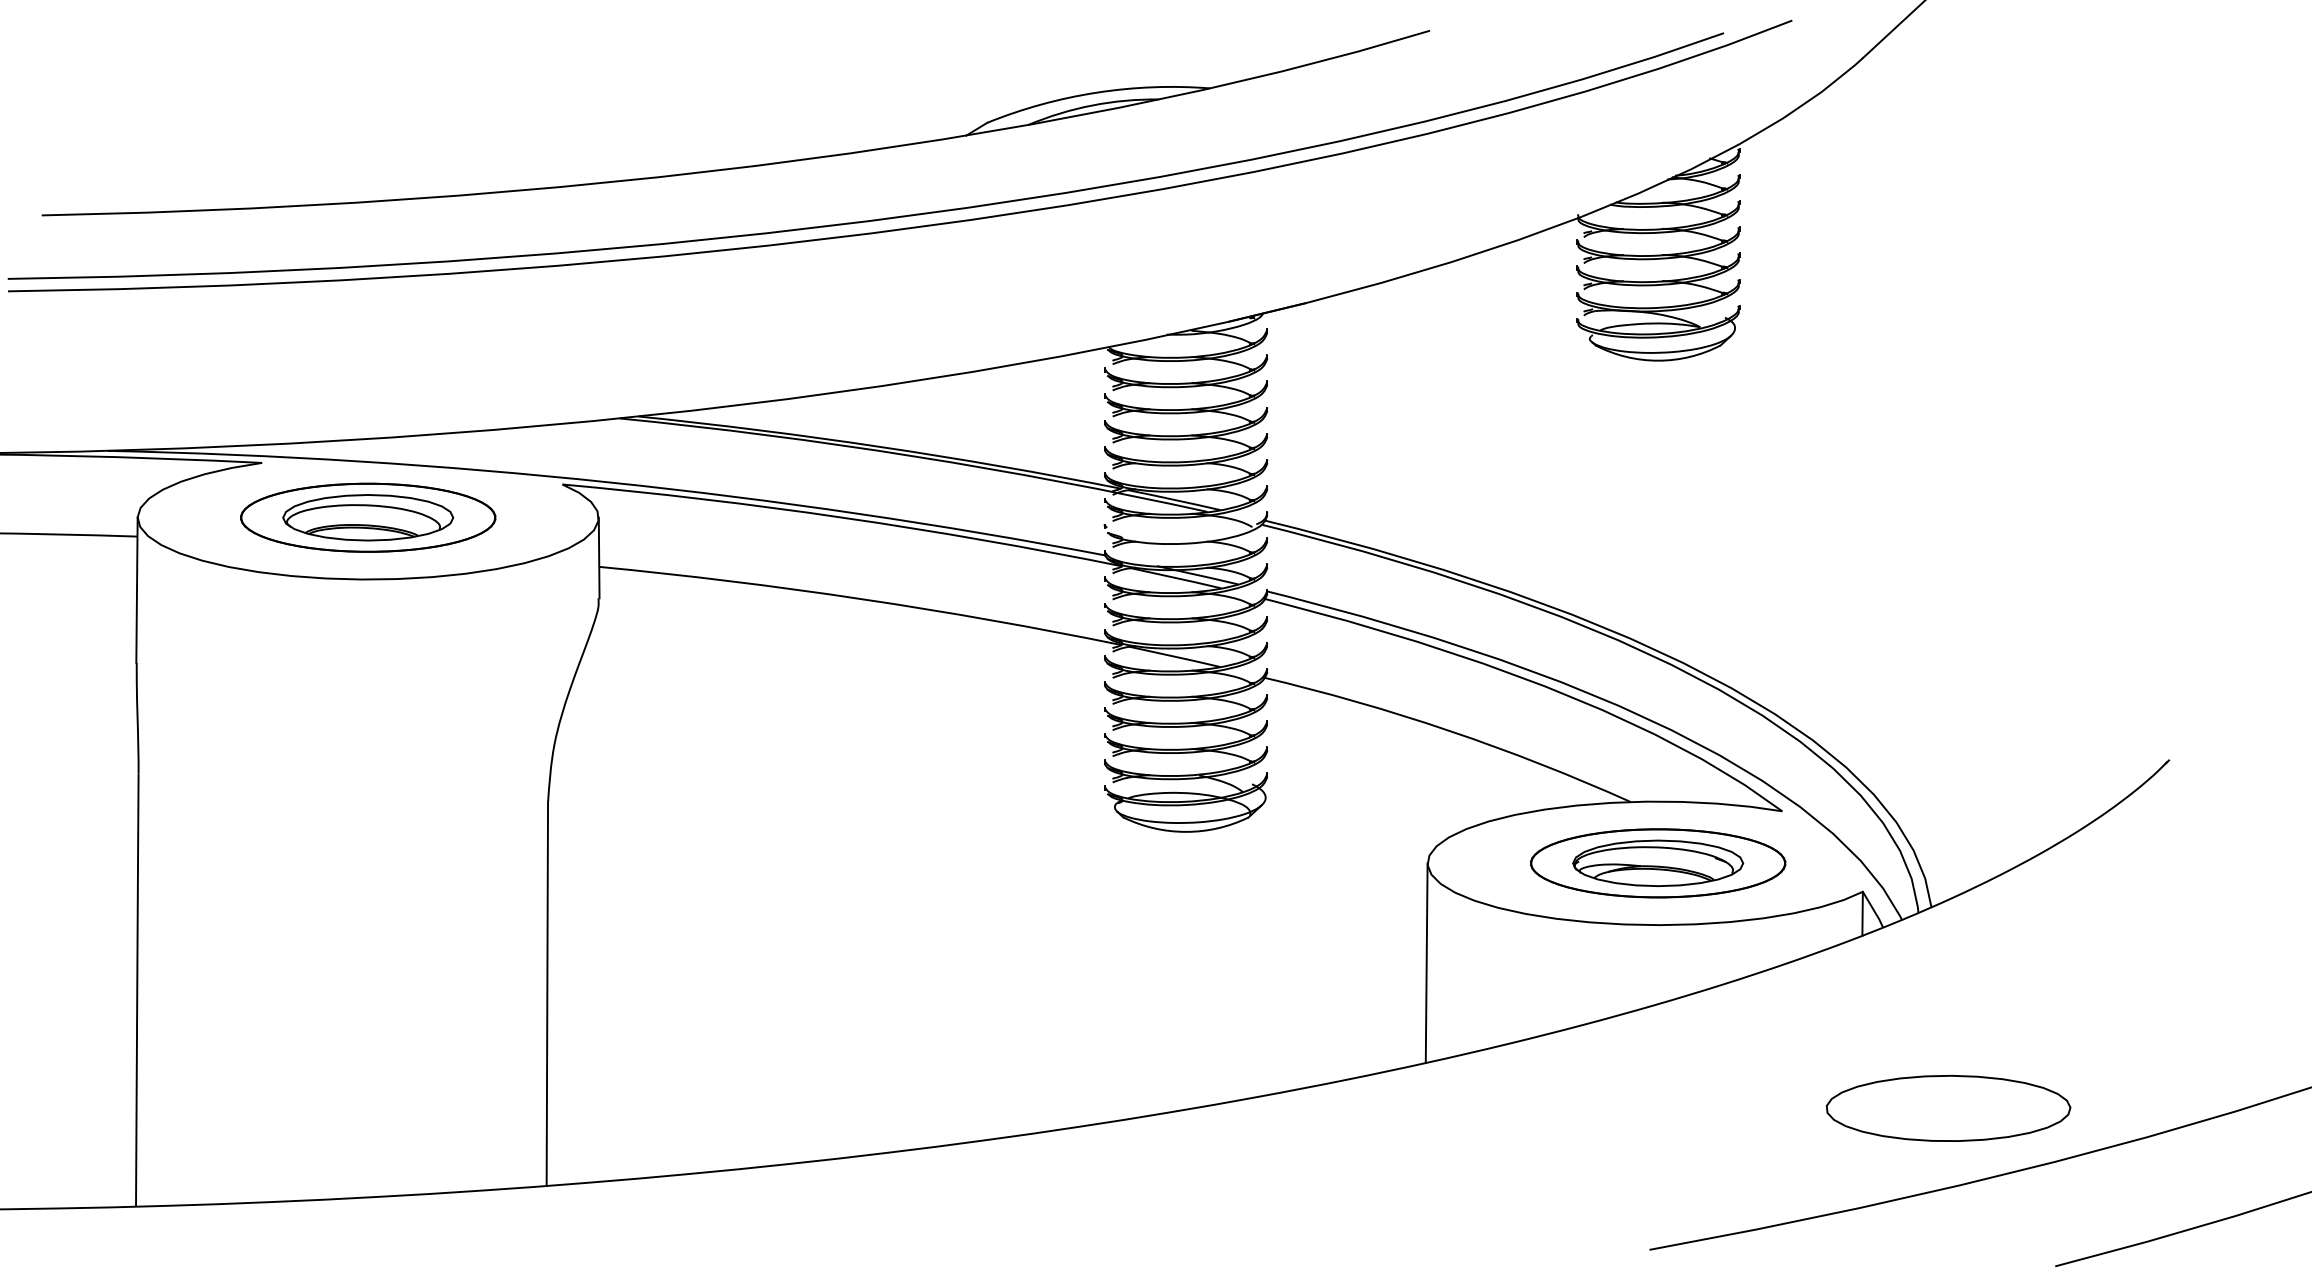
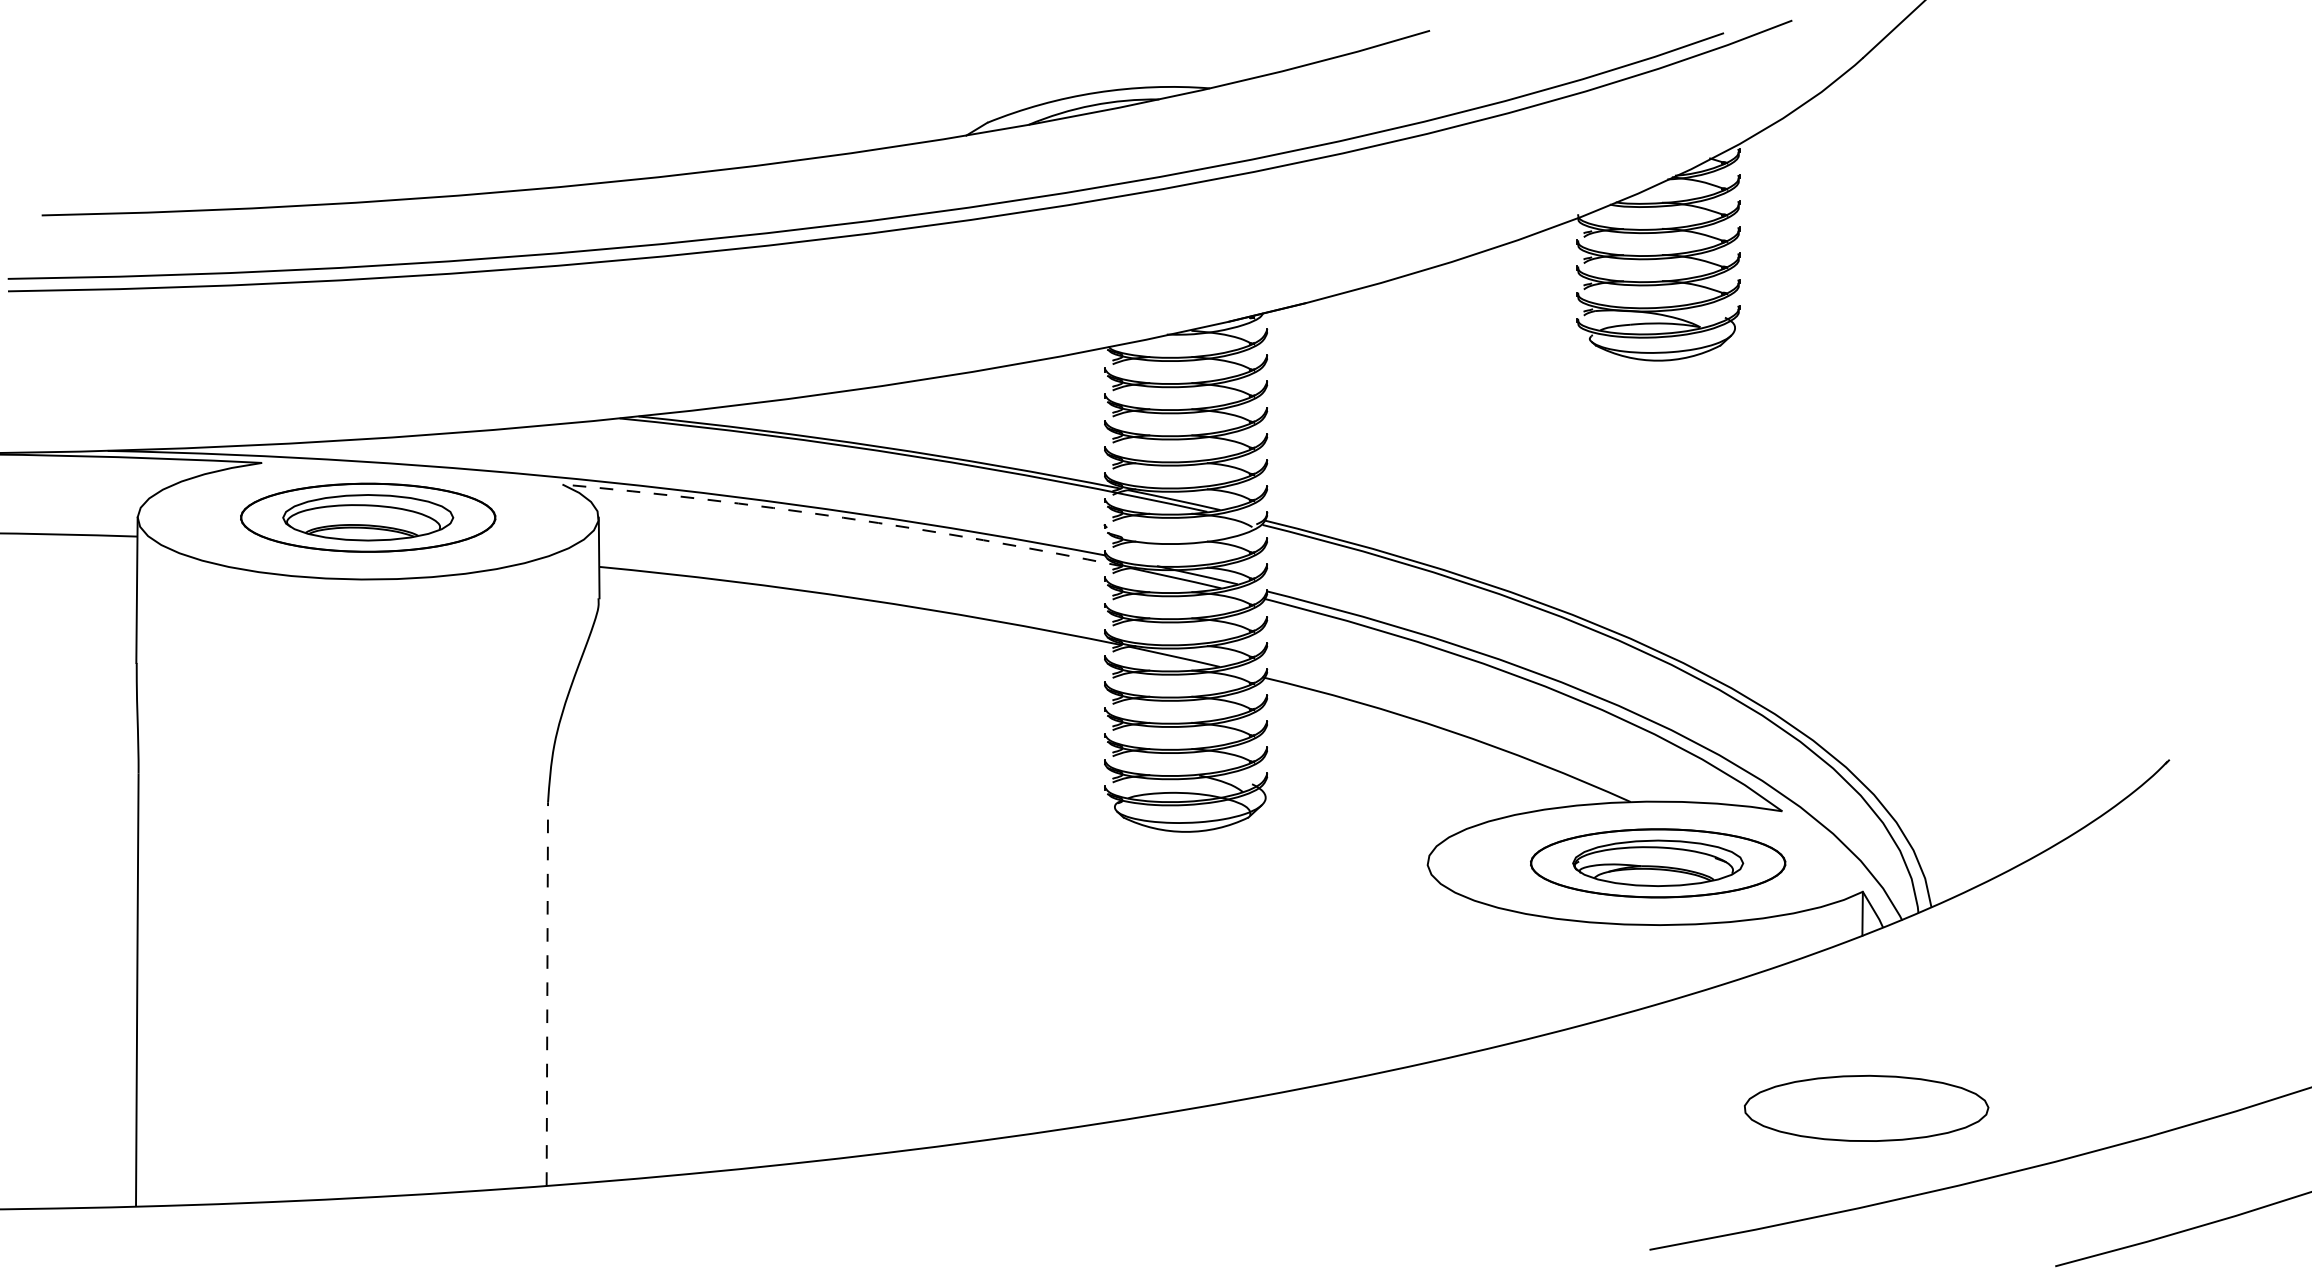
arc at (843, 517): solid -> dashed
line at (1426, 963): present -> none
line at (547, 994): solid -> dashed
part at (1948, 1107) position: (1948, 1107) -> (1866, 1107)
